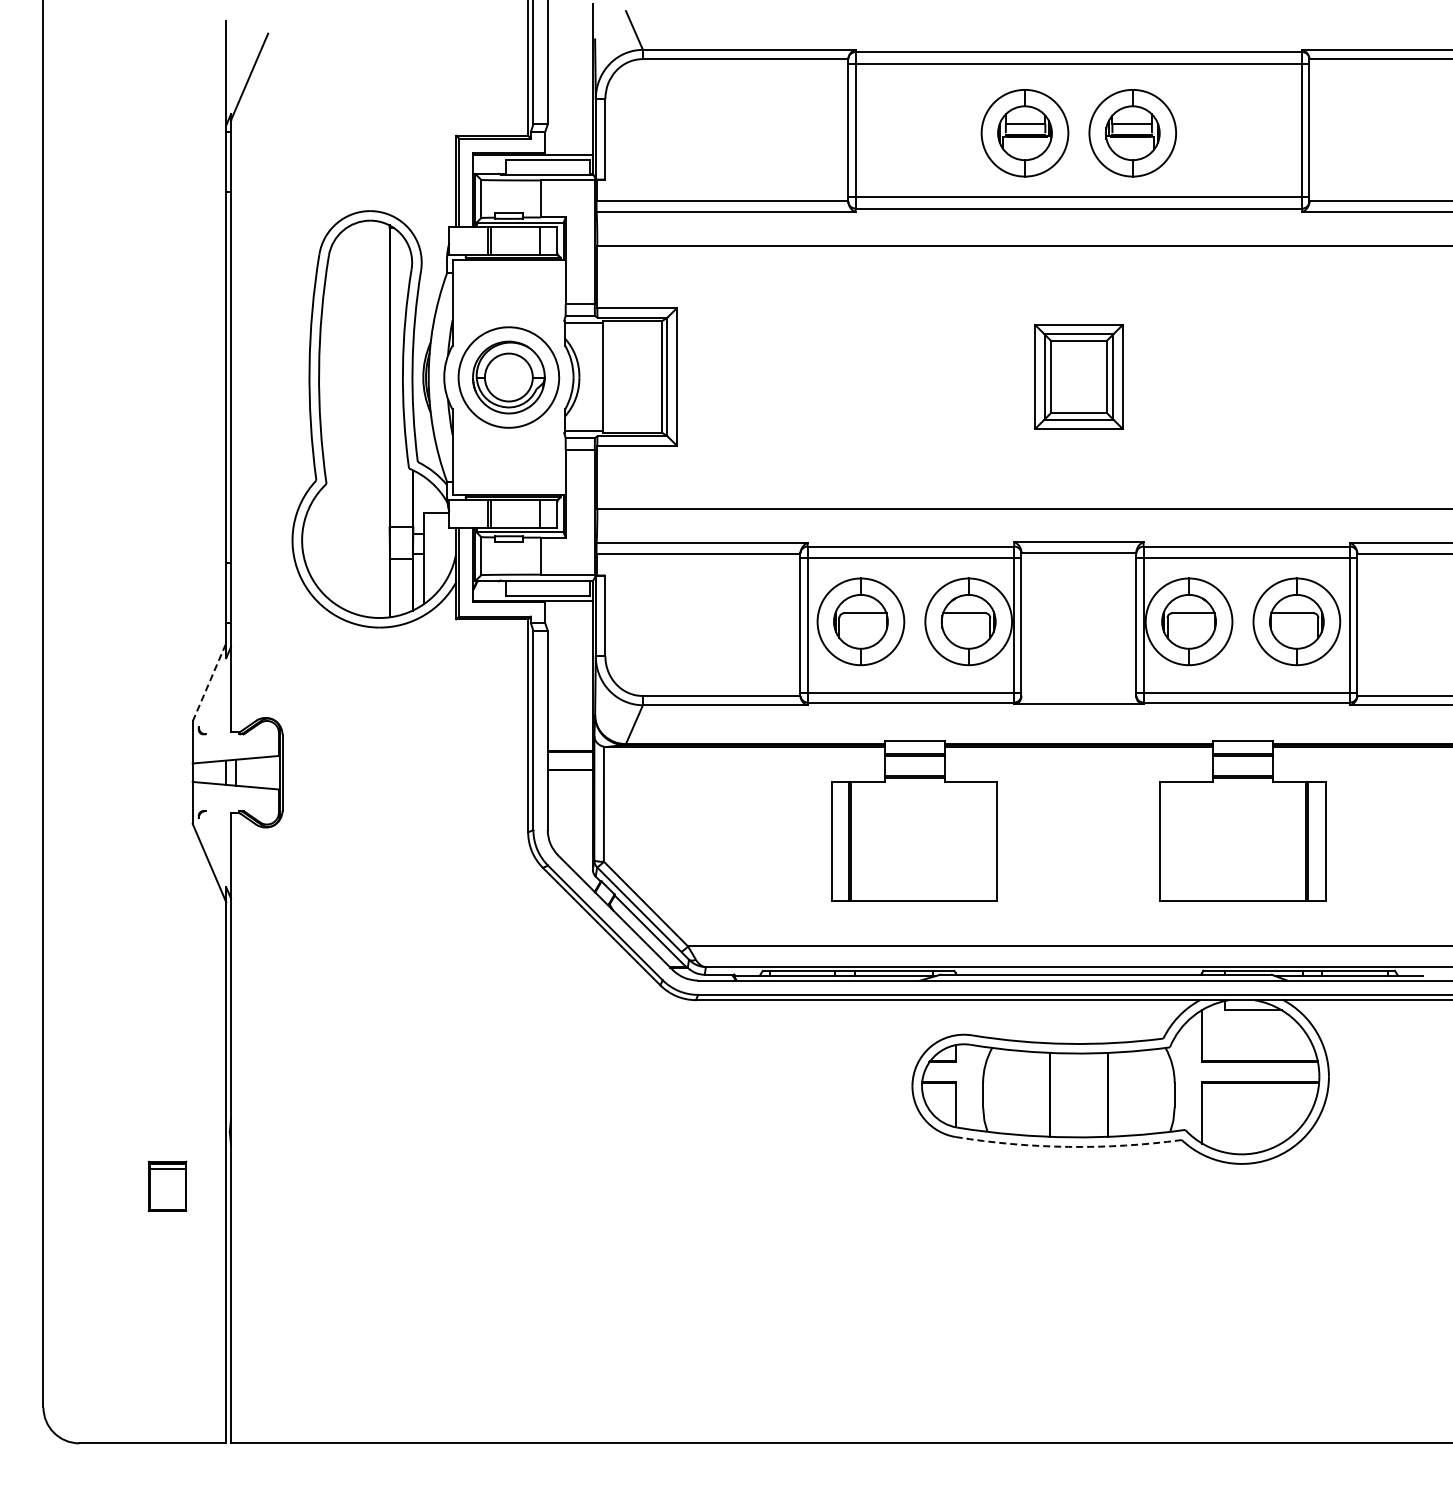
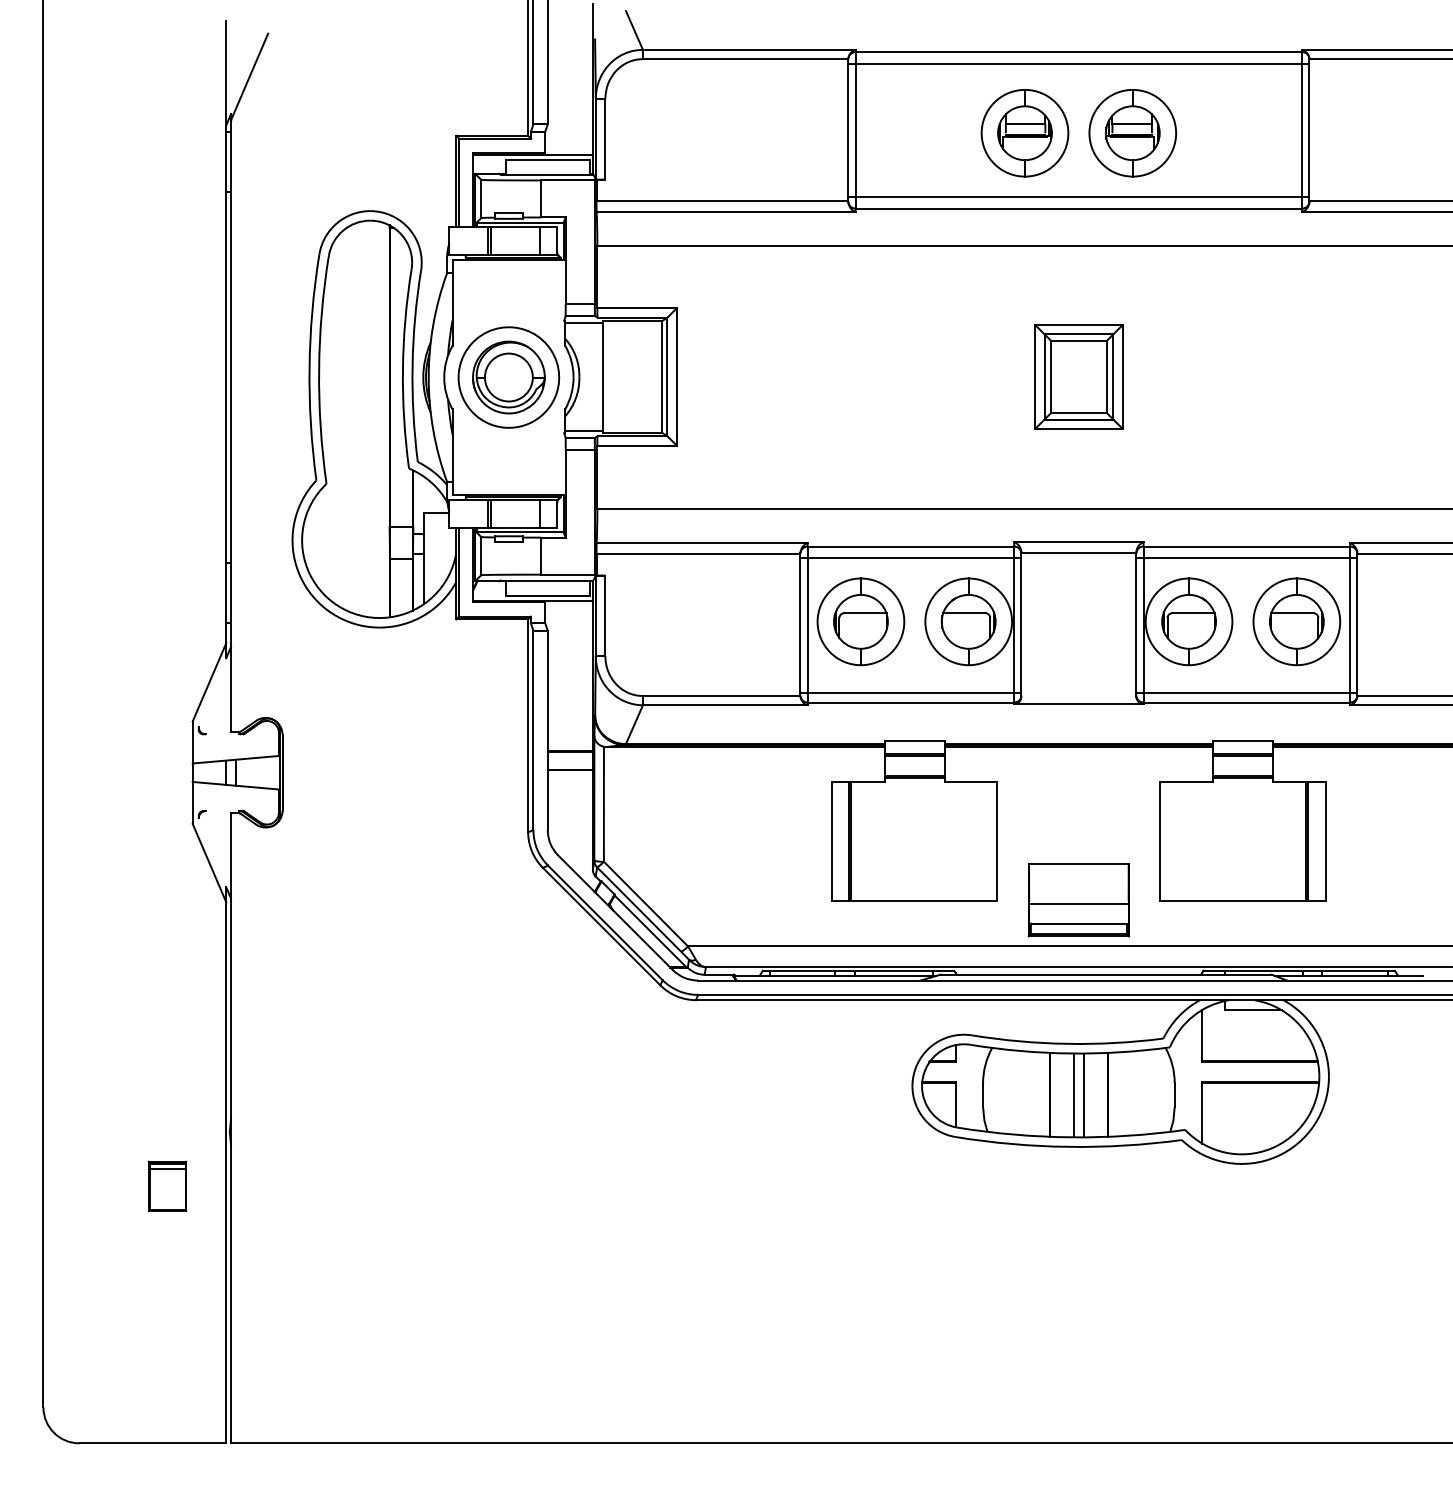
line at (209, 682): dashed -> solid
part at (1078, 900): none -> present
line at (1074, 1095): none -> present
line at (1083, 1095): none -> present
arc at (1068, 1146): dashed -> solid
